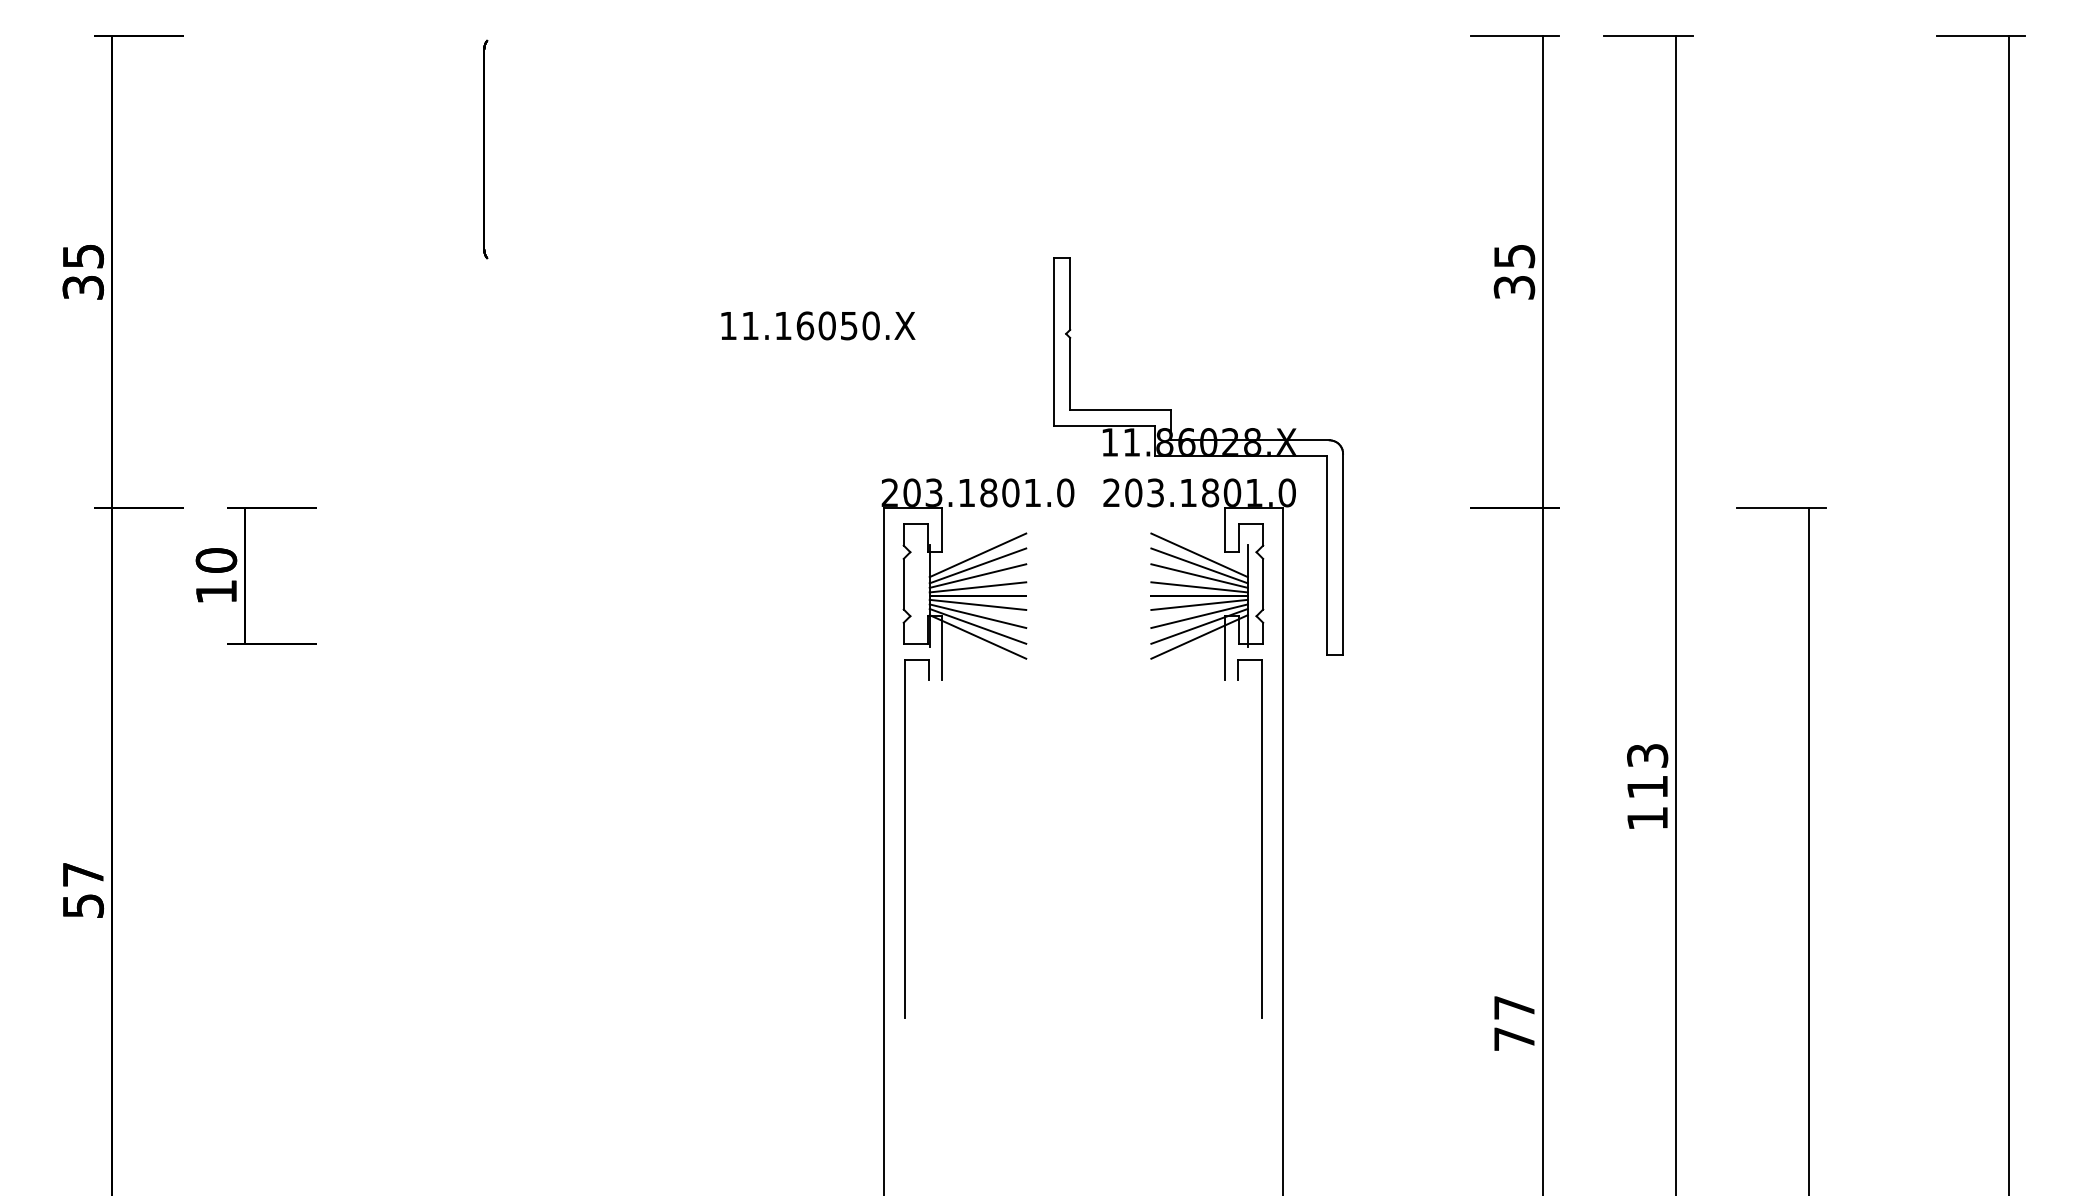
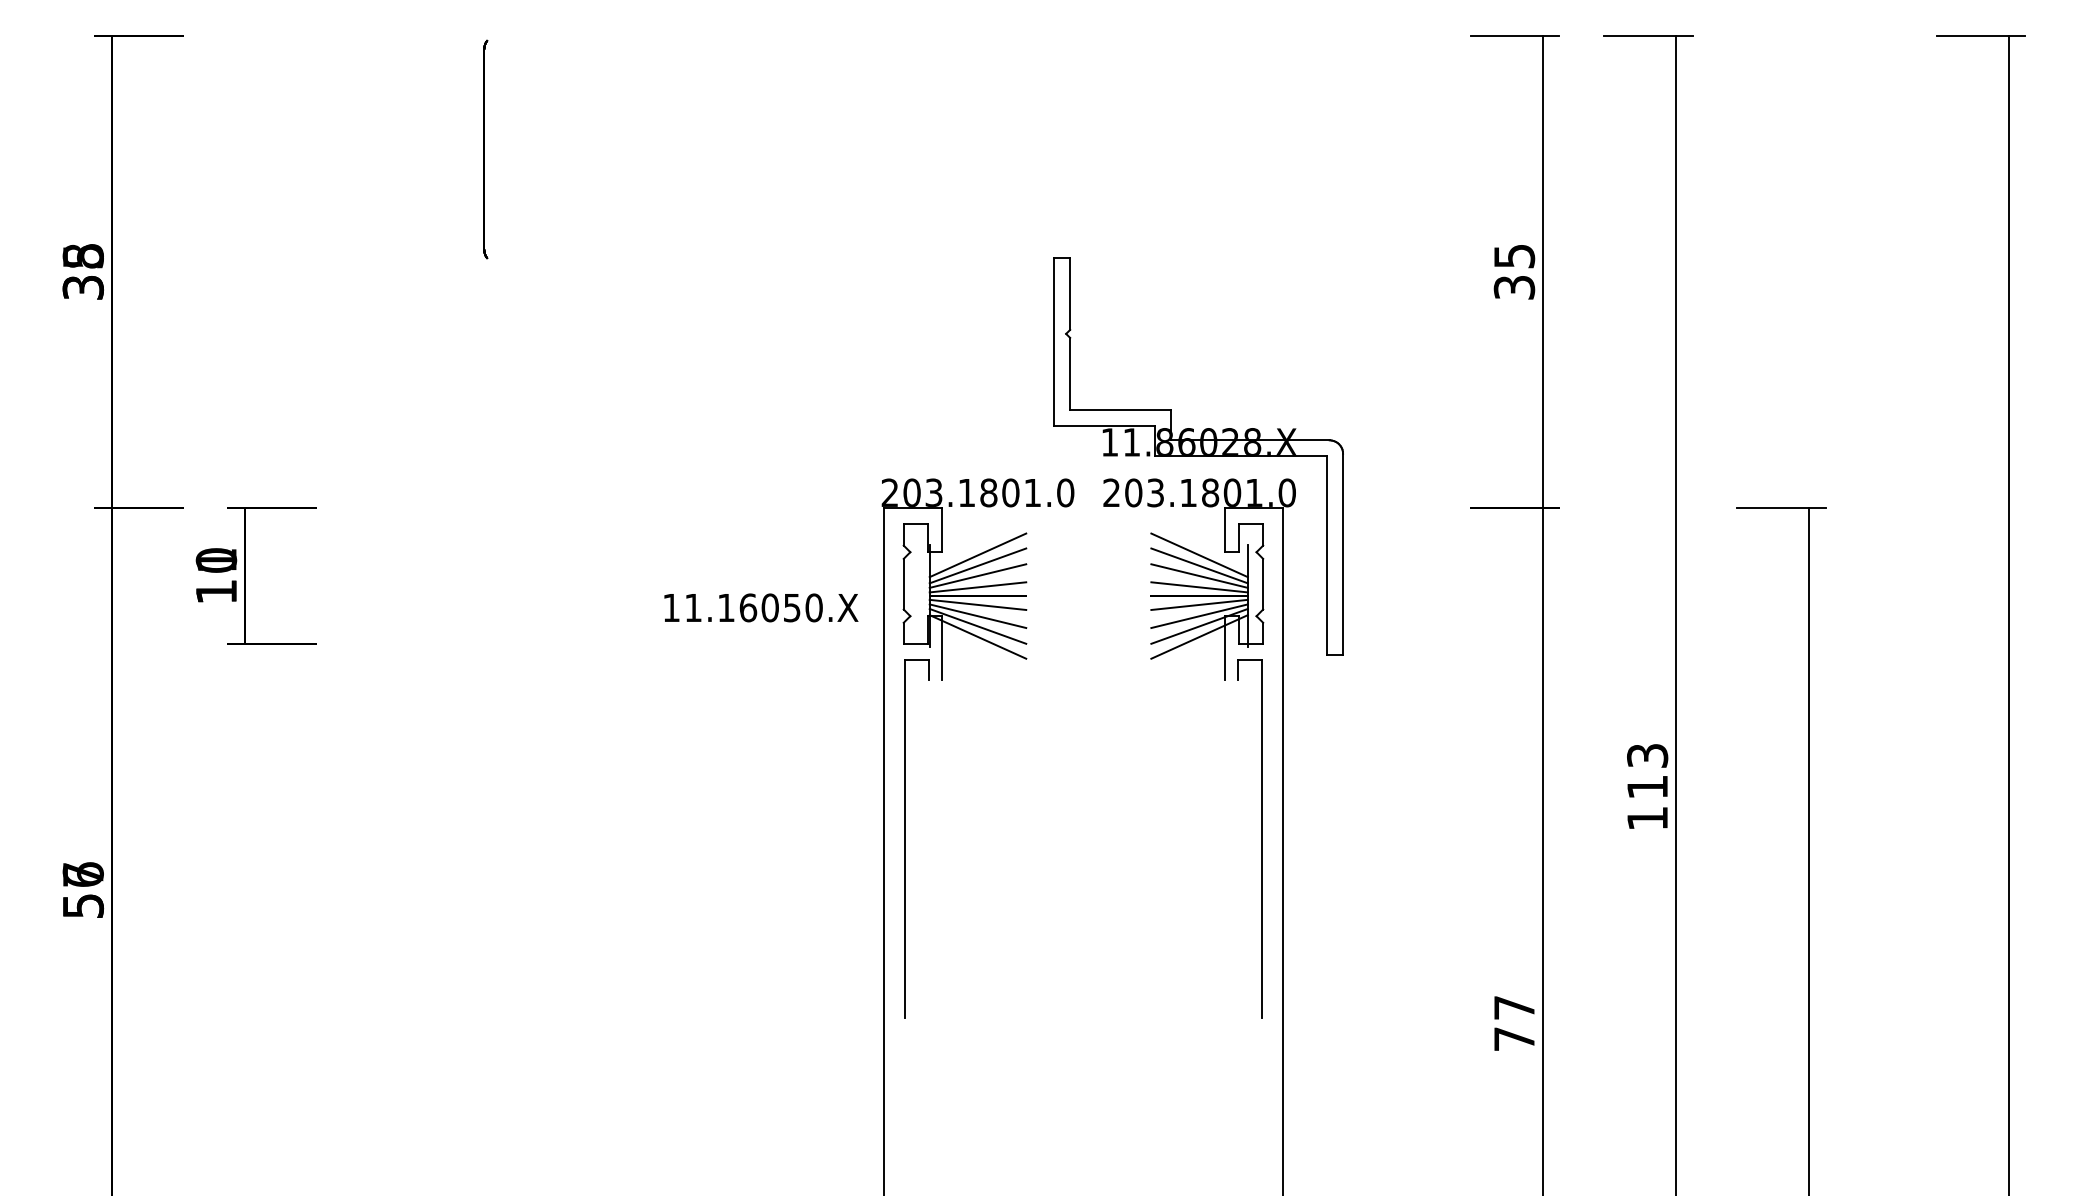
text at (82, 256): 35 -> 38
text at (818, 325) position: (818, 325) -> (761, 607)
text at (216, 560): 10 -> 11
text at (82, 874): 57 -> 56
